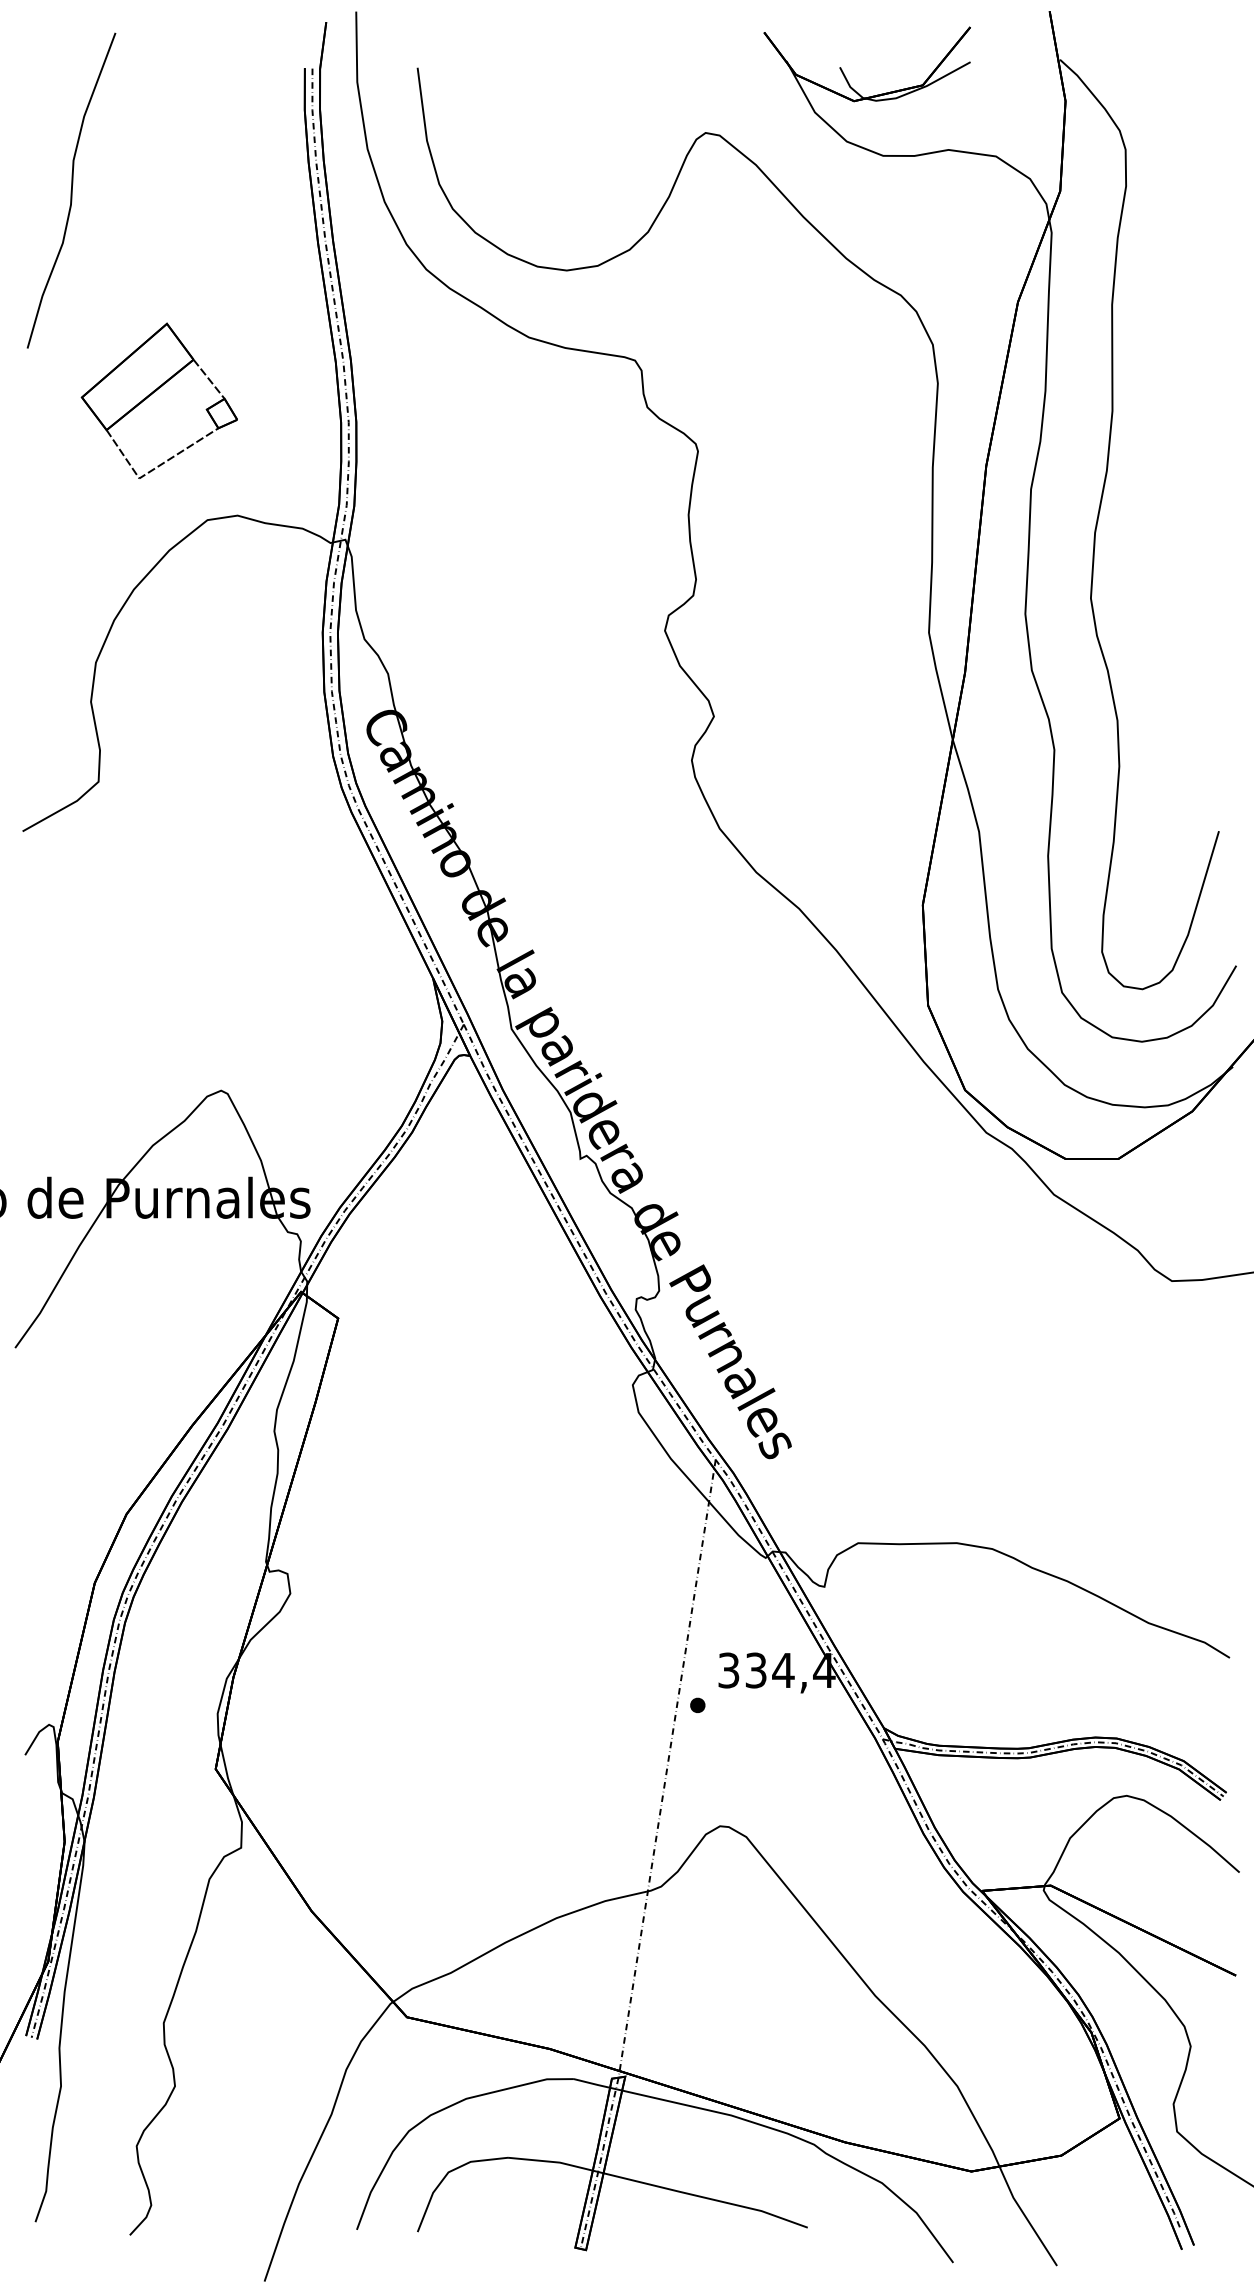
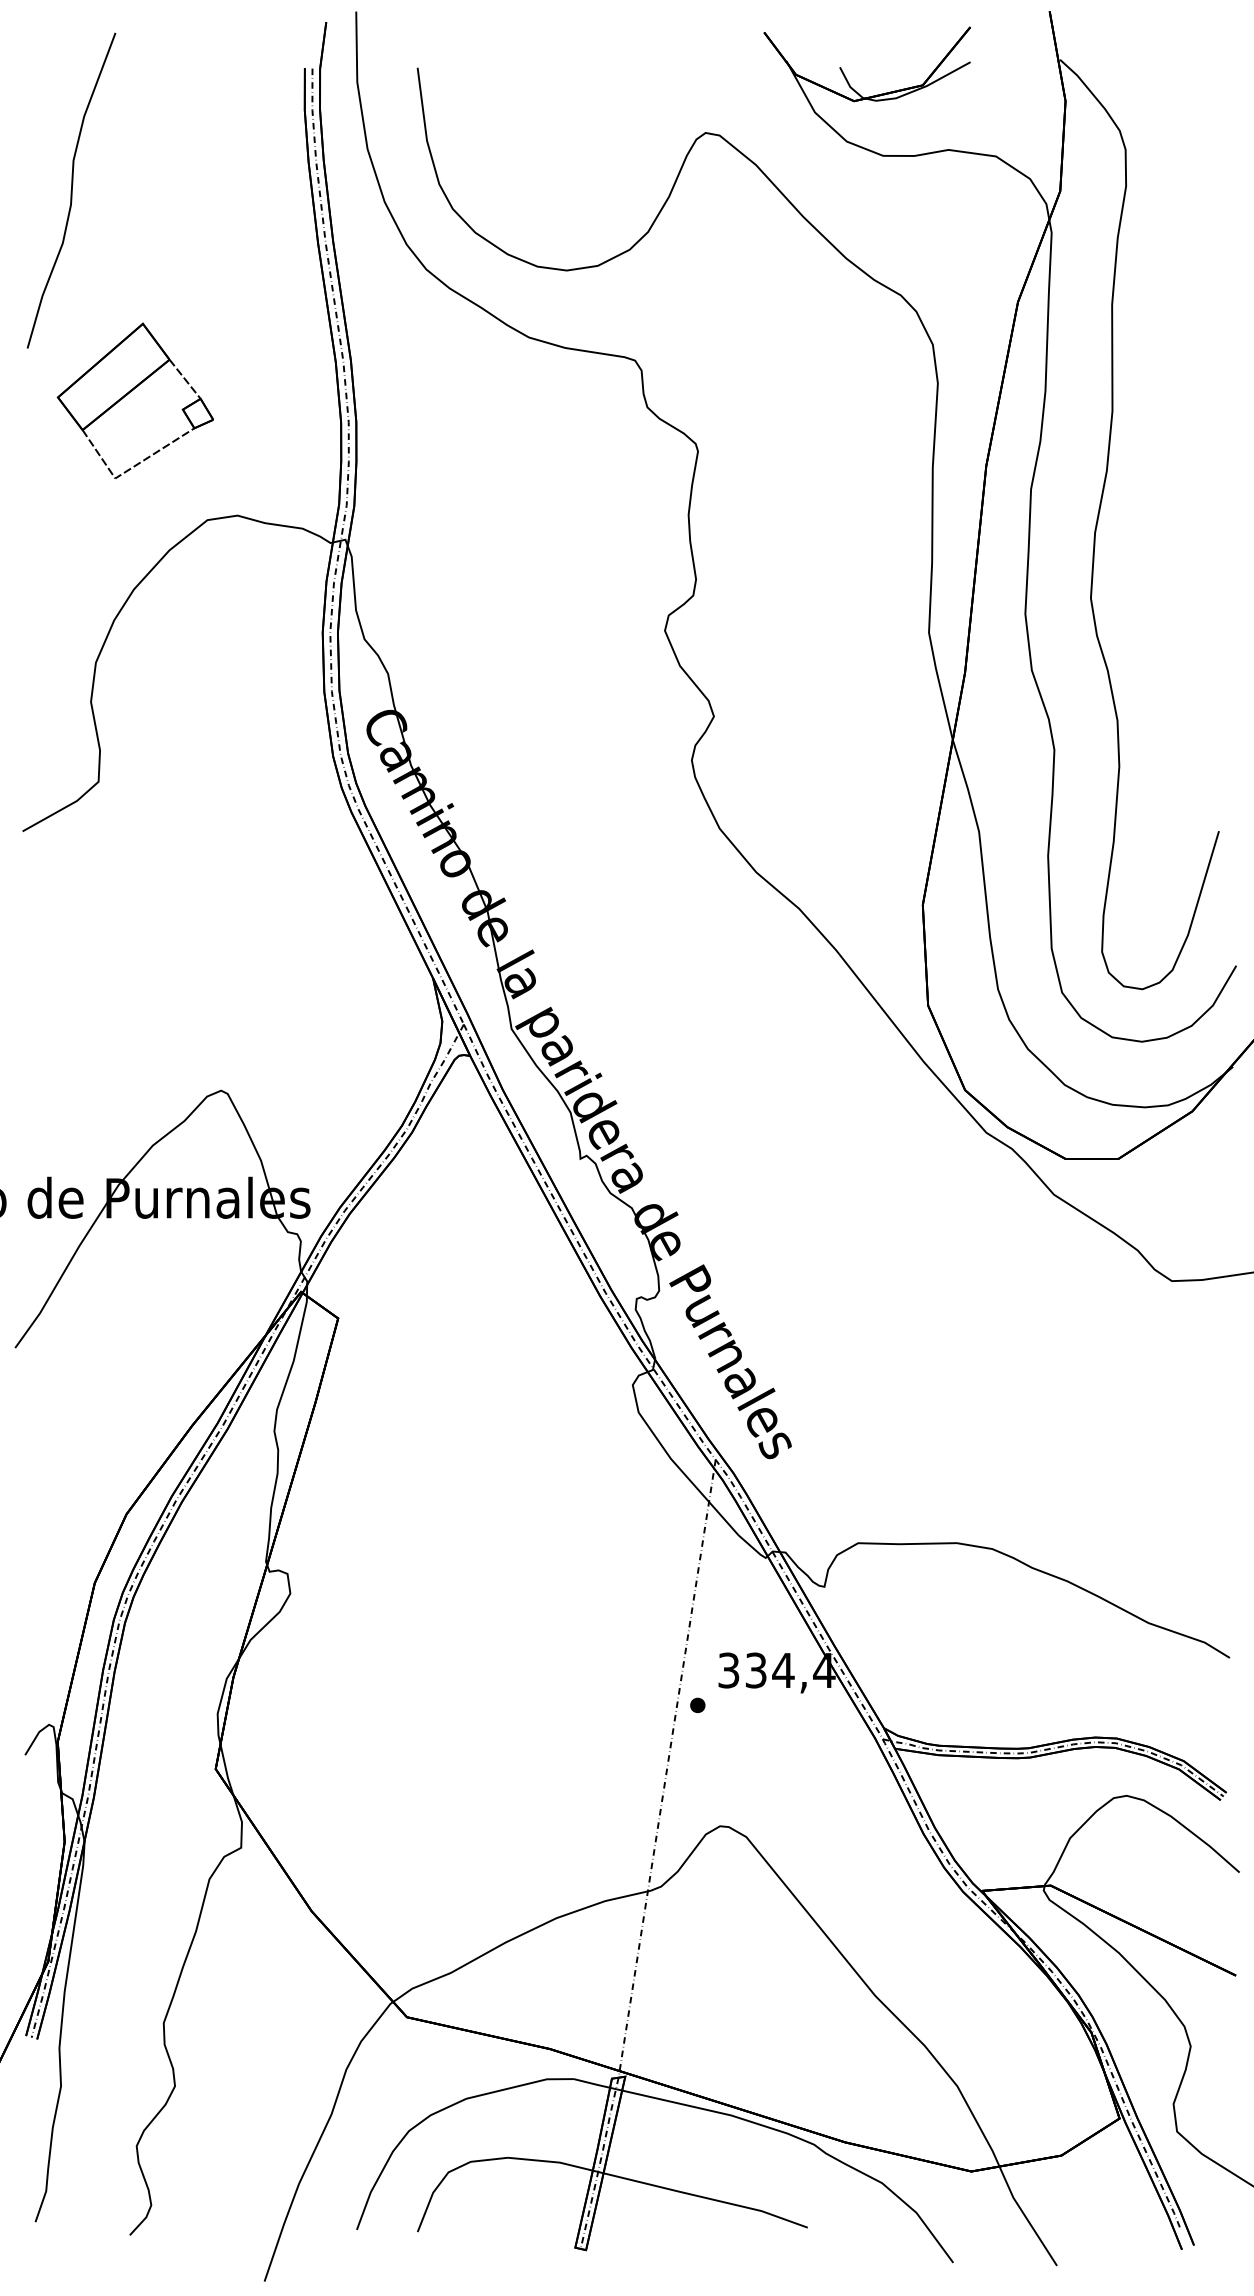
part at (152, 394) position: (152, 394) -> (128, 394)
